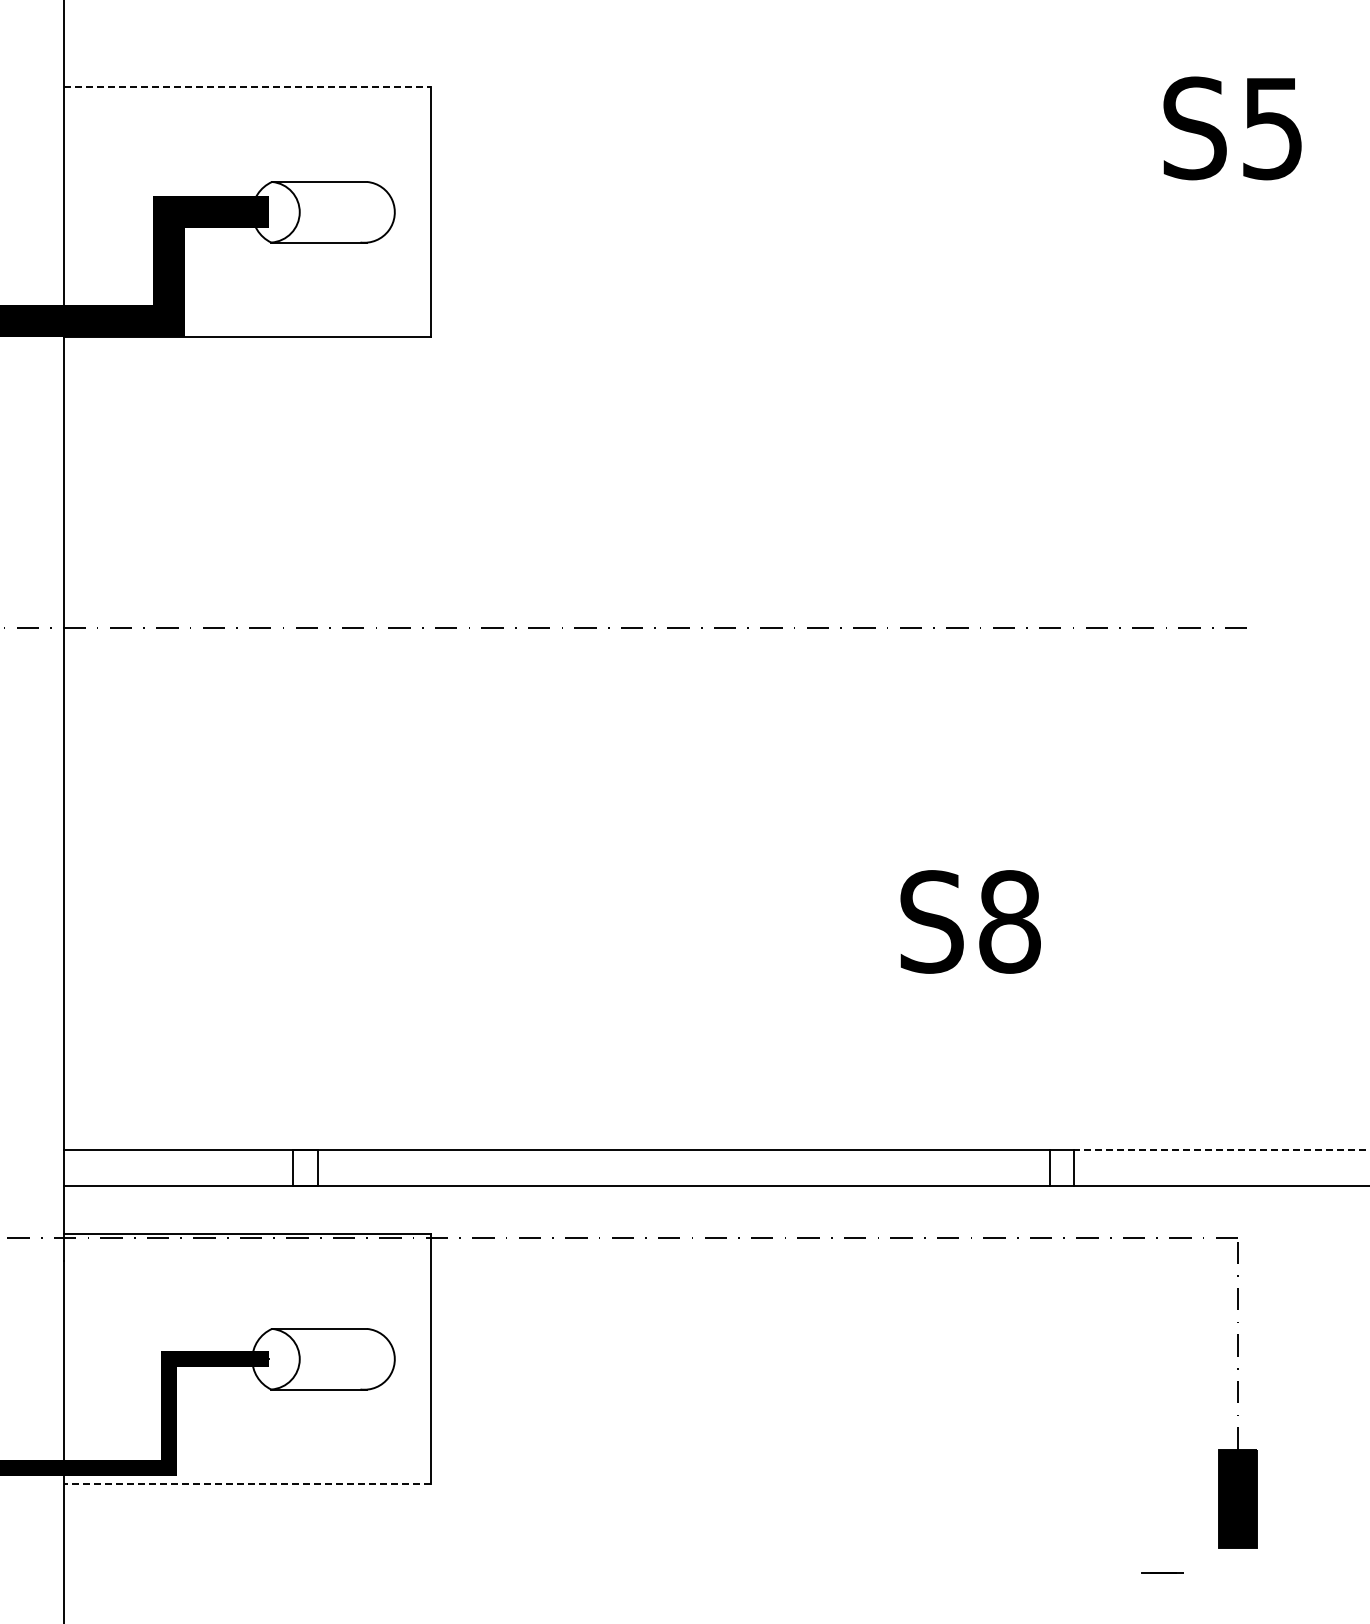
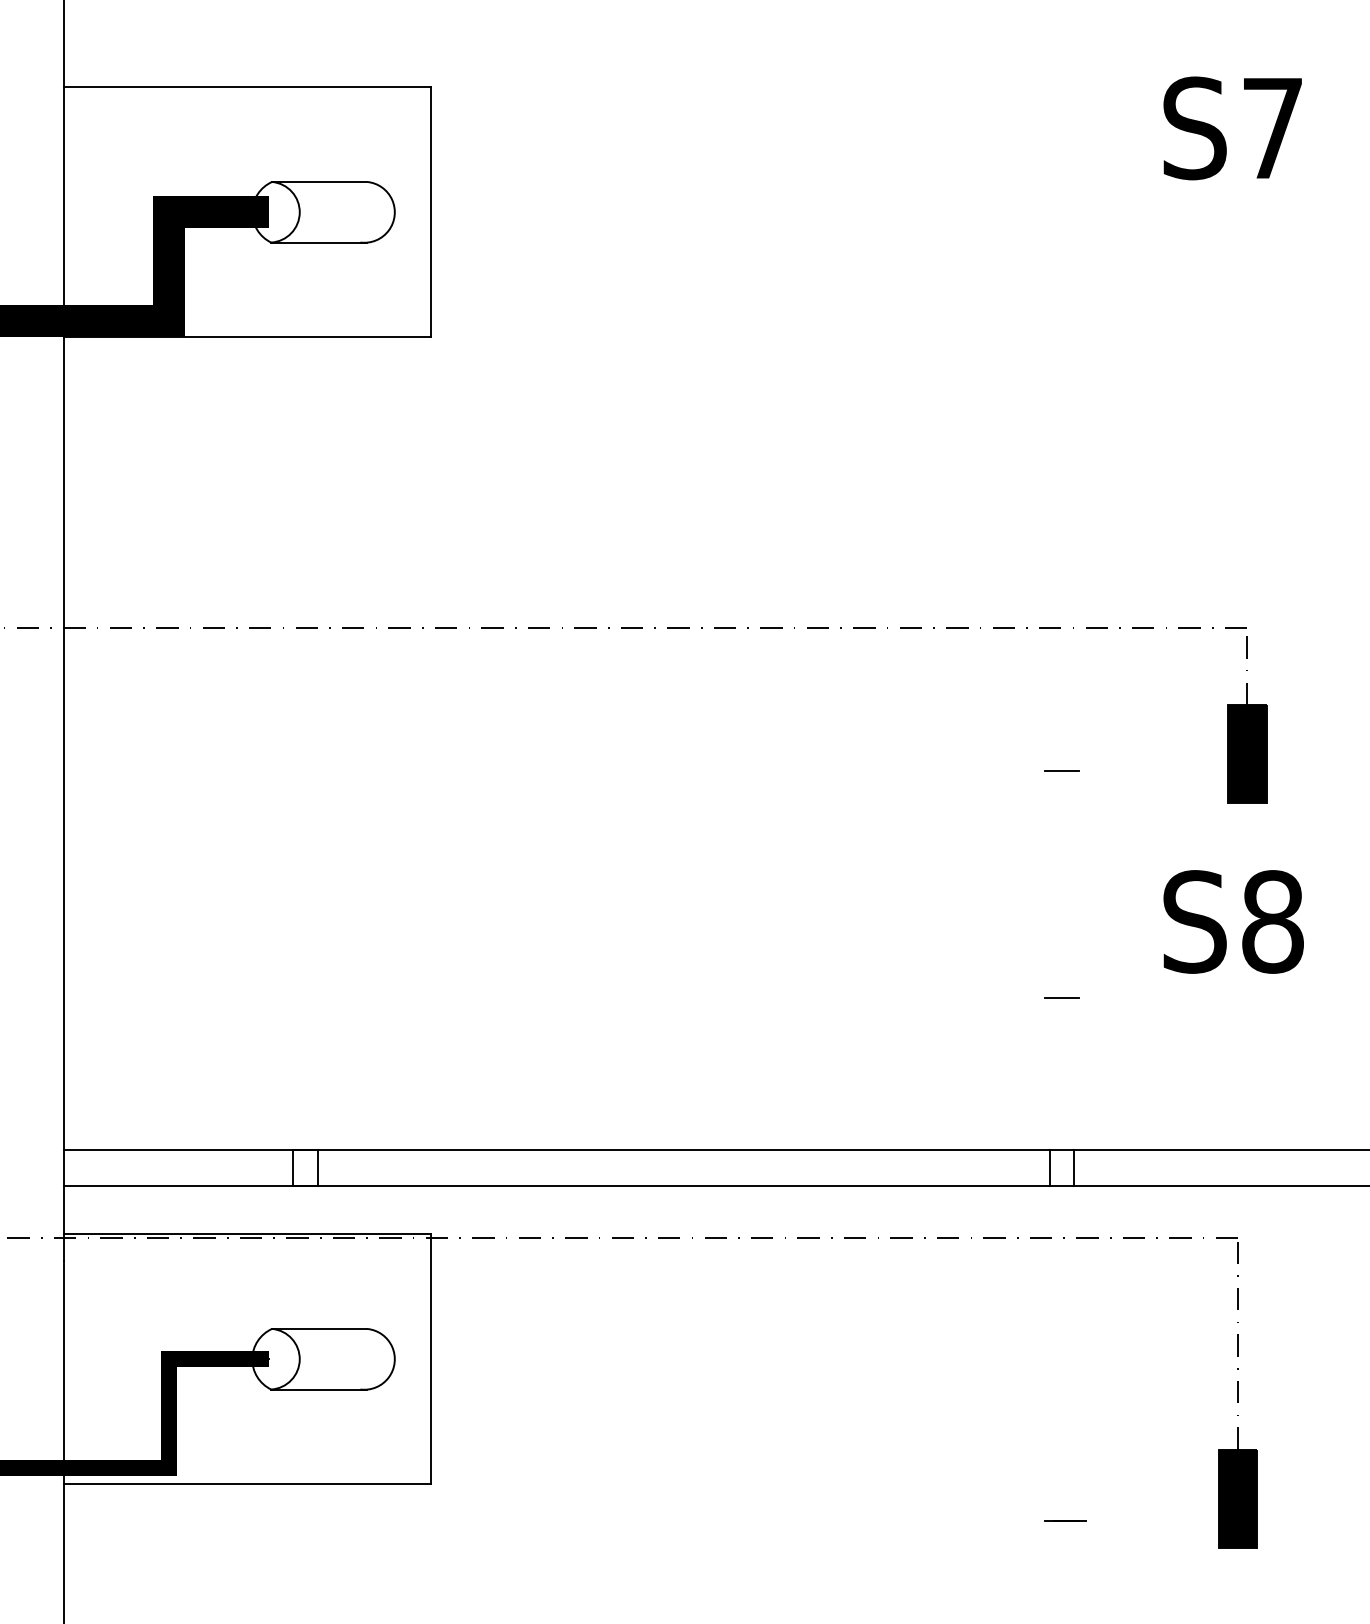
line at (247, 87): dashed -> solid
text at (1272, 129): S5 -> S7
part at (1247, 719): none -> present
line at (1061, 770): none -> present
text at (970, 921) position: (970, 921) -> (1233, 921)
line at (1061, 997): none -> present
line at (1221, 1150): dashed -> solid
line at (246, 1484): dashed -> solid
line at (1162, 1572) position: (1162, 1572) -> (1065, 1520)
